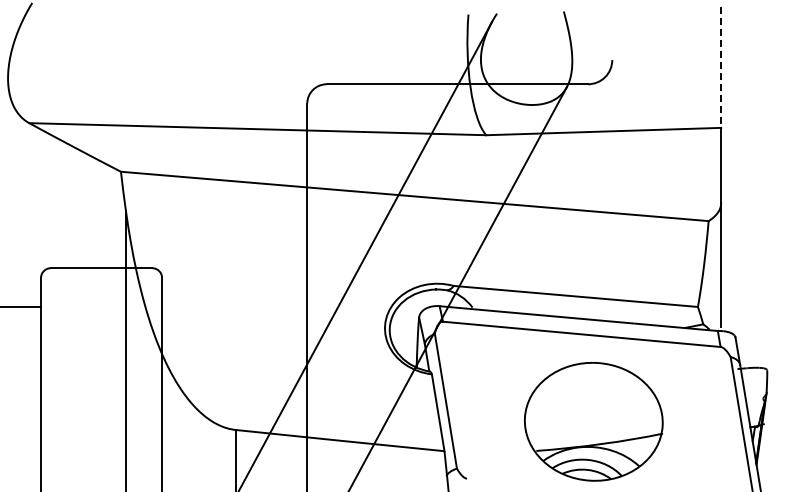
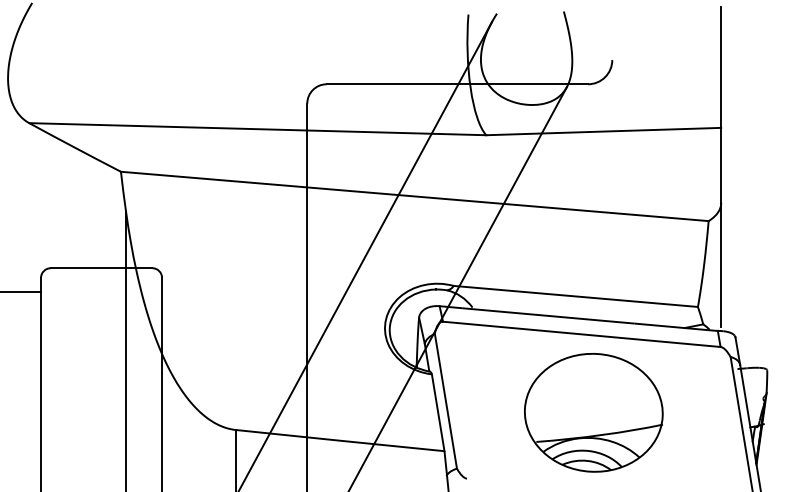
line at (721, 67): dashed -> solid
line at (21, 307) position: (21, 307) -> (21, 292)
part at (593, 421) position: (593, 421) -> (593, 412)
